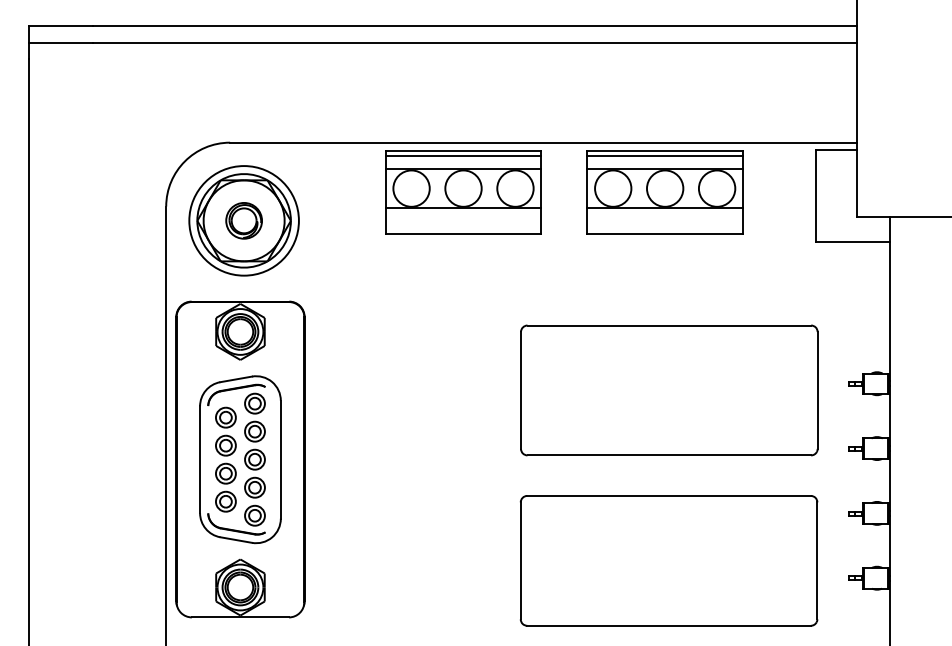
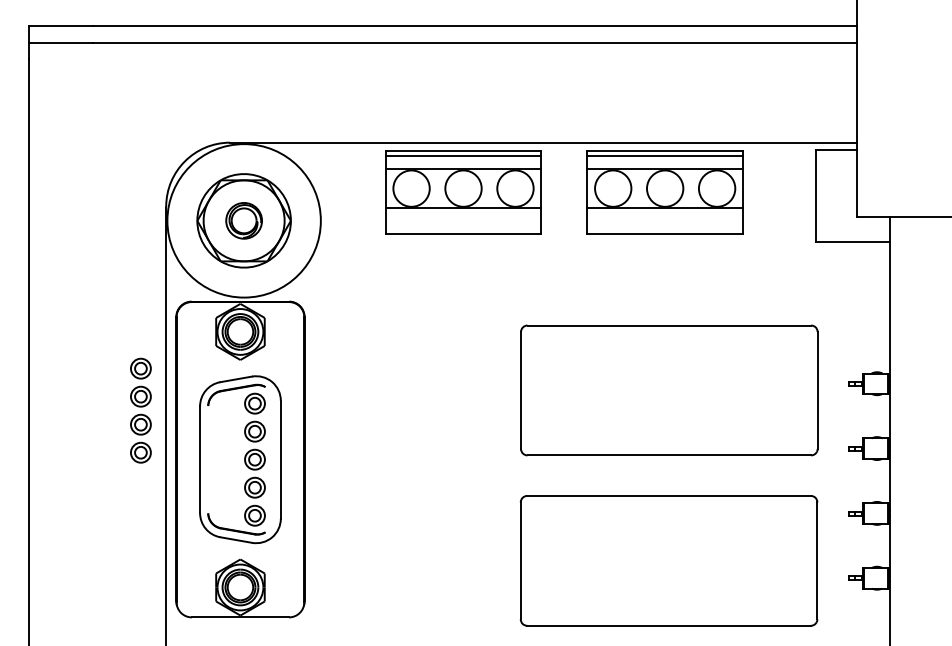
circle at (243, 220) diameter: 110 px -> 153 px
part at (225, 459) position: (225, 459) -> (140, 410)
